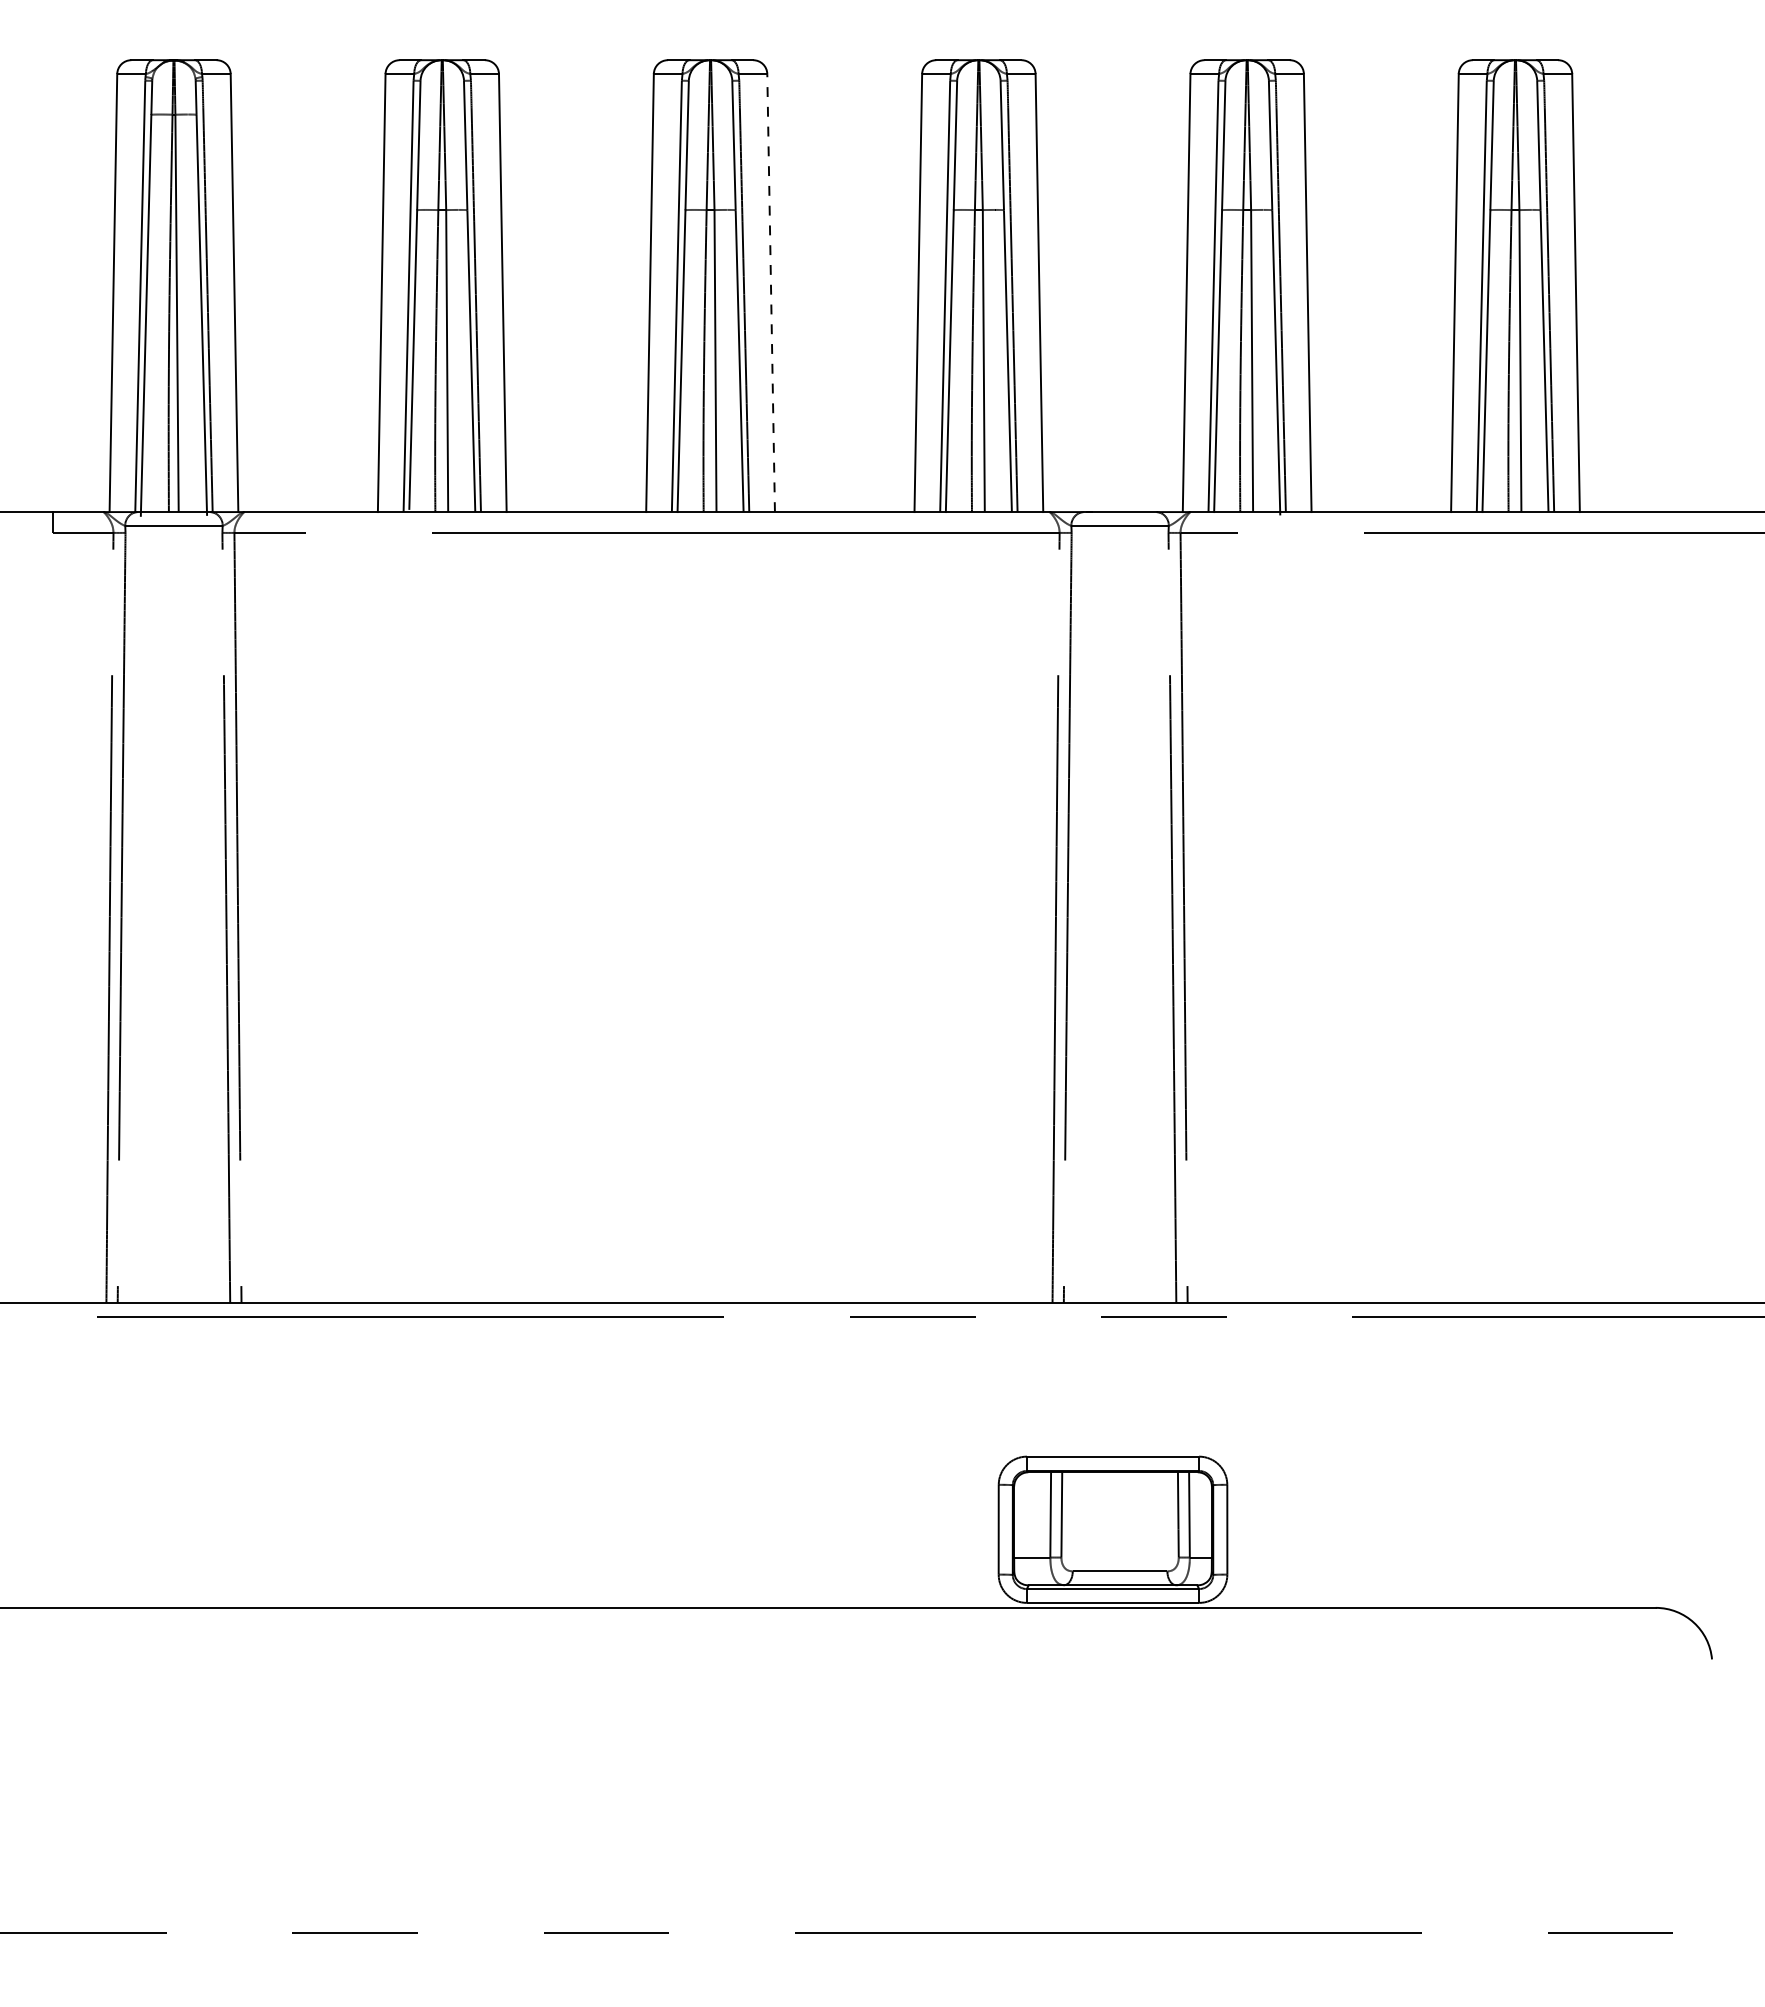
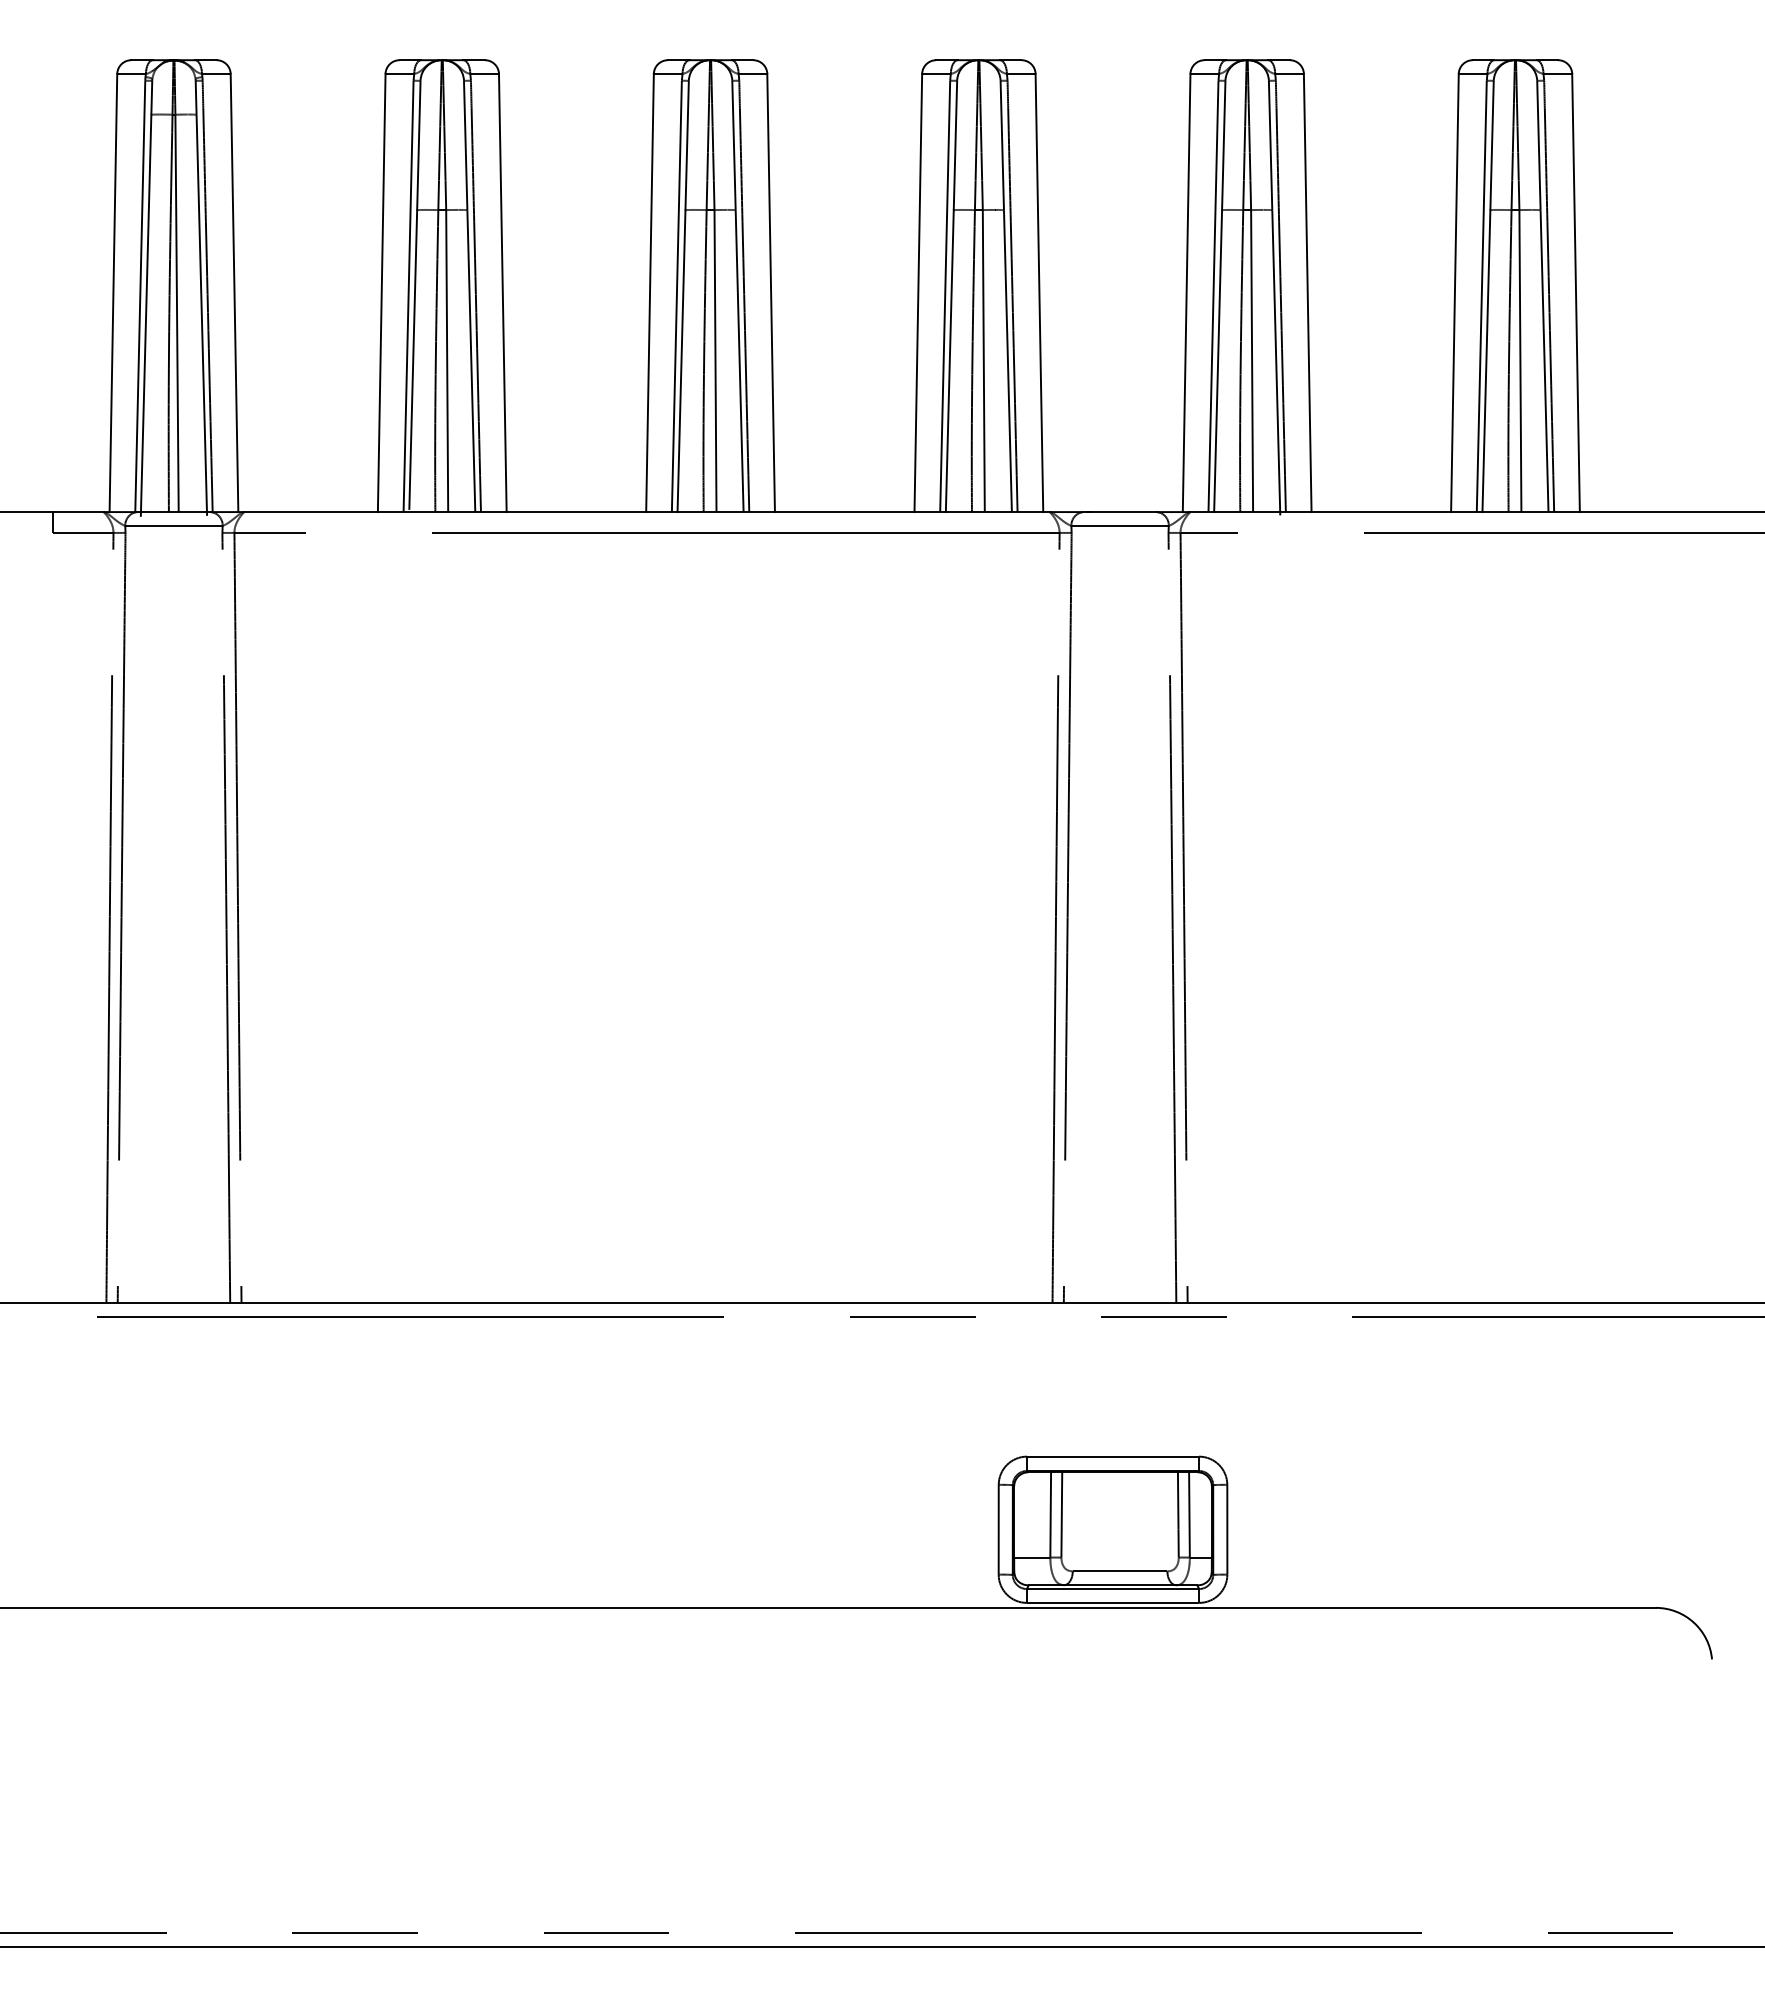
line at (771, 292): dashed -> solid
line at (881, 1946): none -> present
